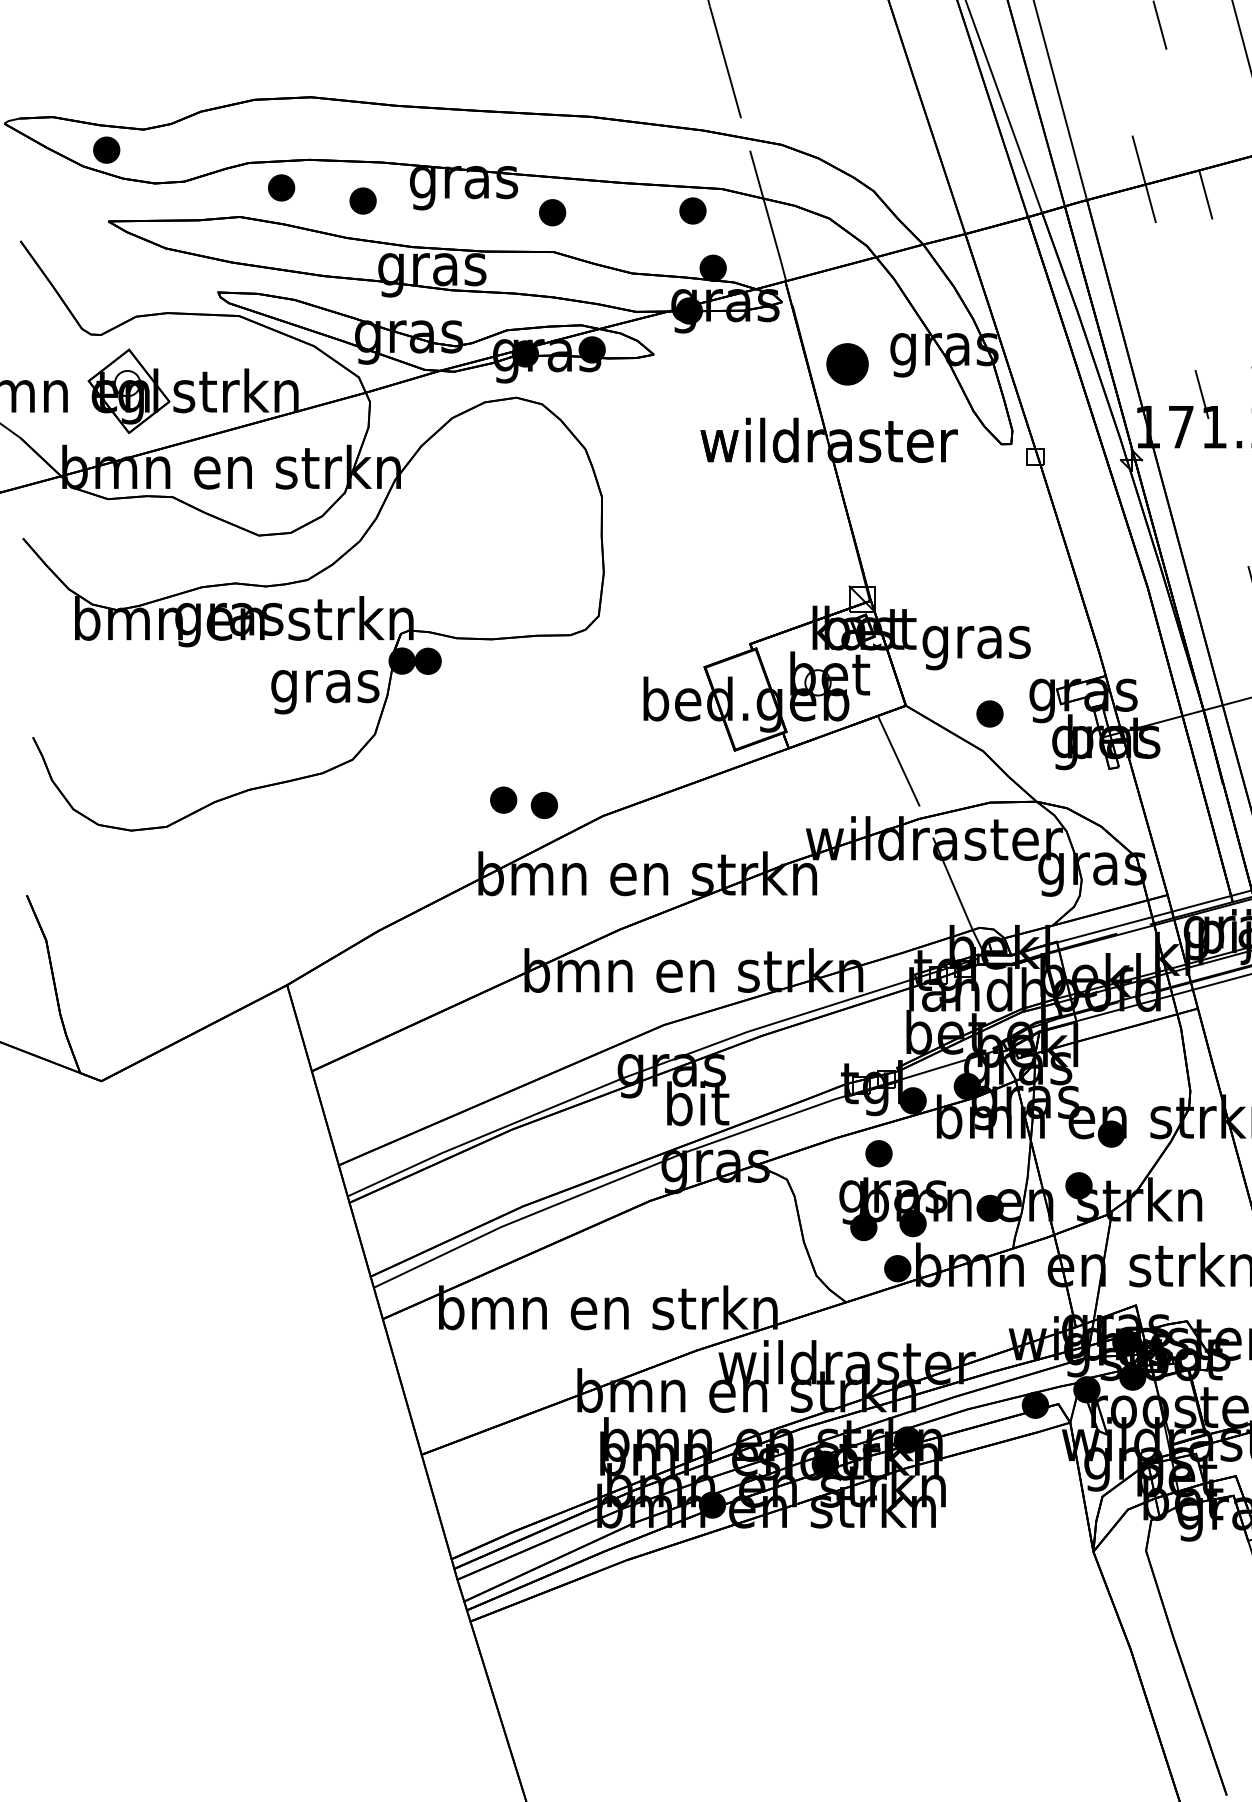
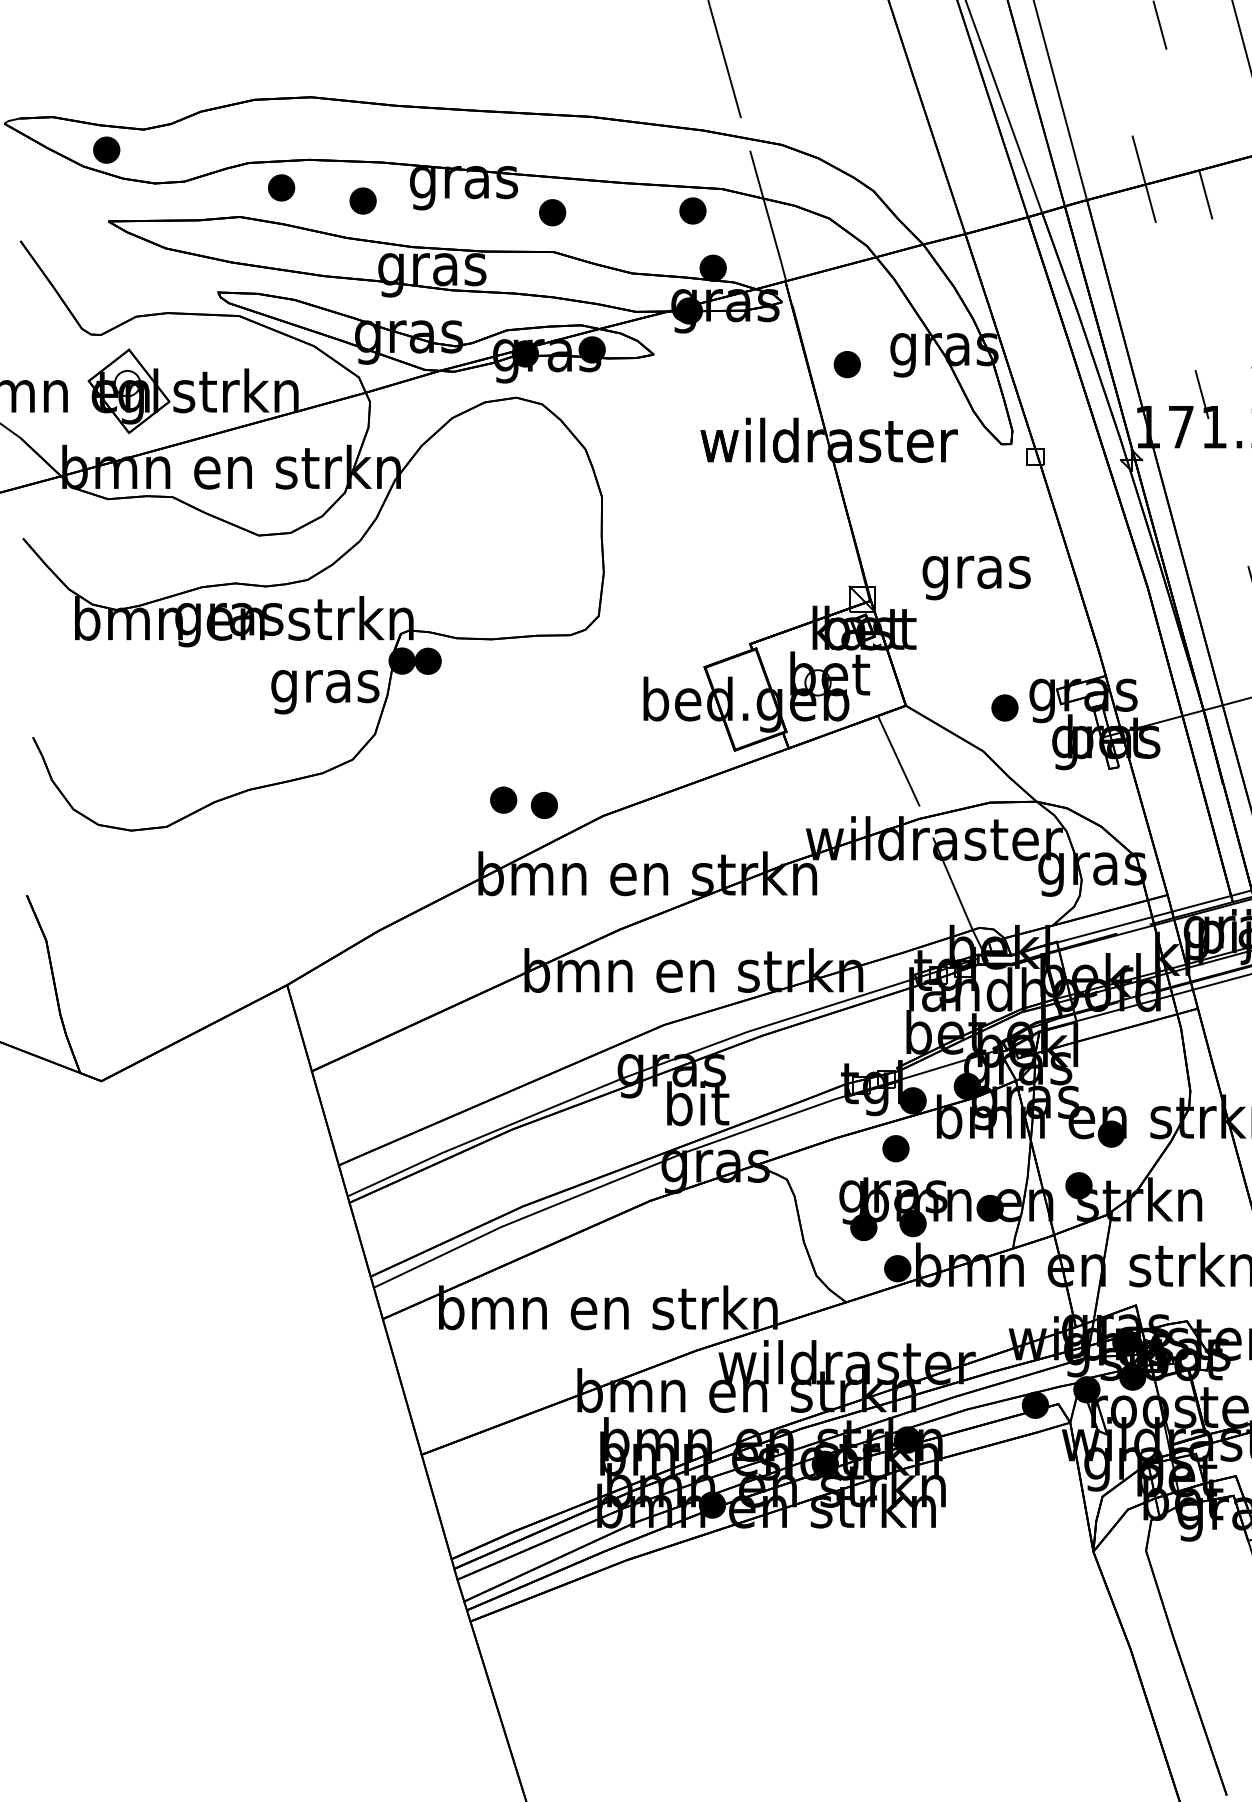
part at (847, 364) size: 43x43 px -> 28x28 px
text at (976, 647) position: (976, 647) -> (976, 577)
part at (989, 713) position: (989, 713) -> (1004, 707)
part at (878, 1153) position: (878, 1153) -> (895, 1148)
